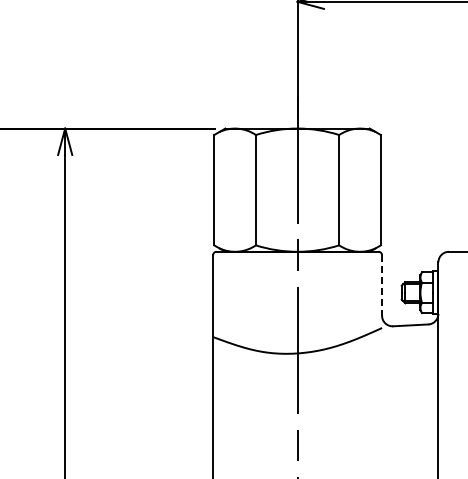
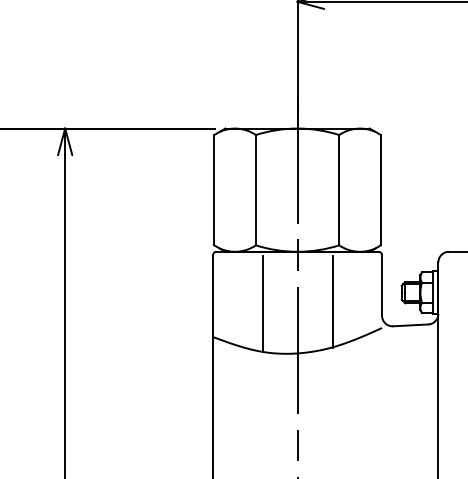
line at (382, 286): dashed -> solid
line at (332, 301): none -> present
line at (262, 303): none -> present
